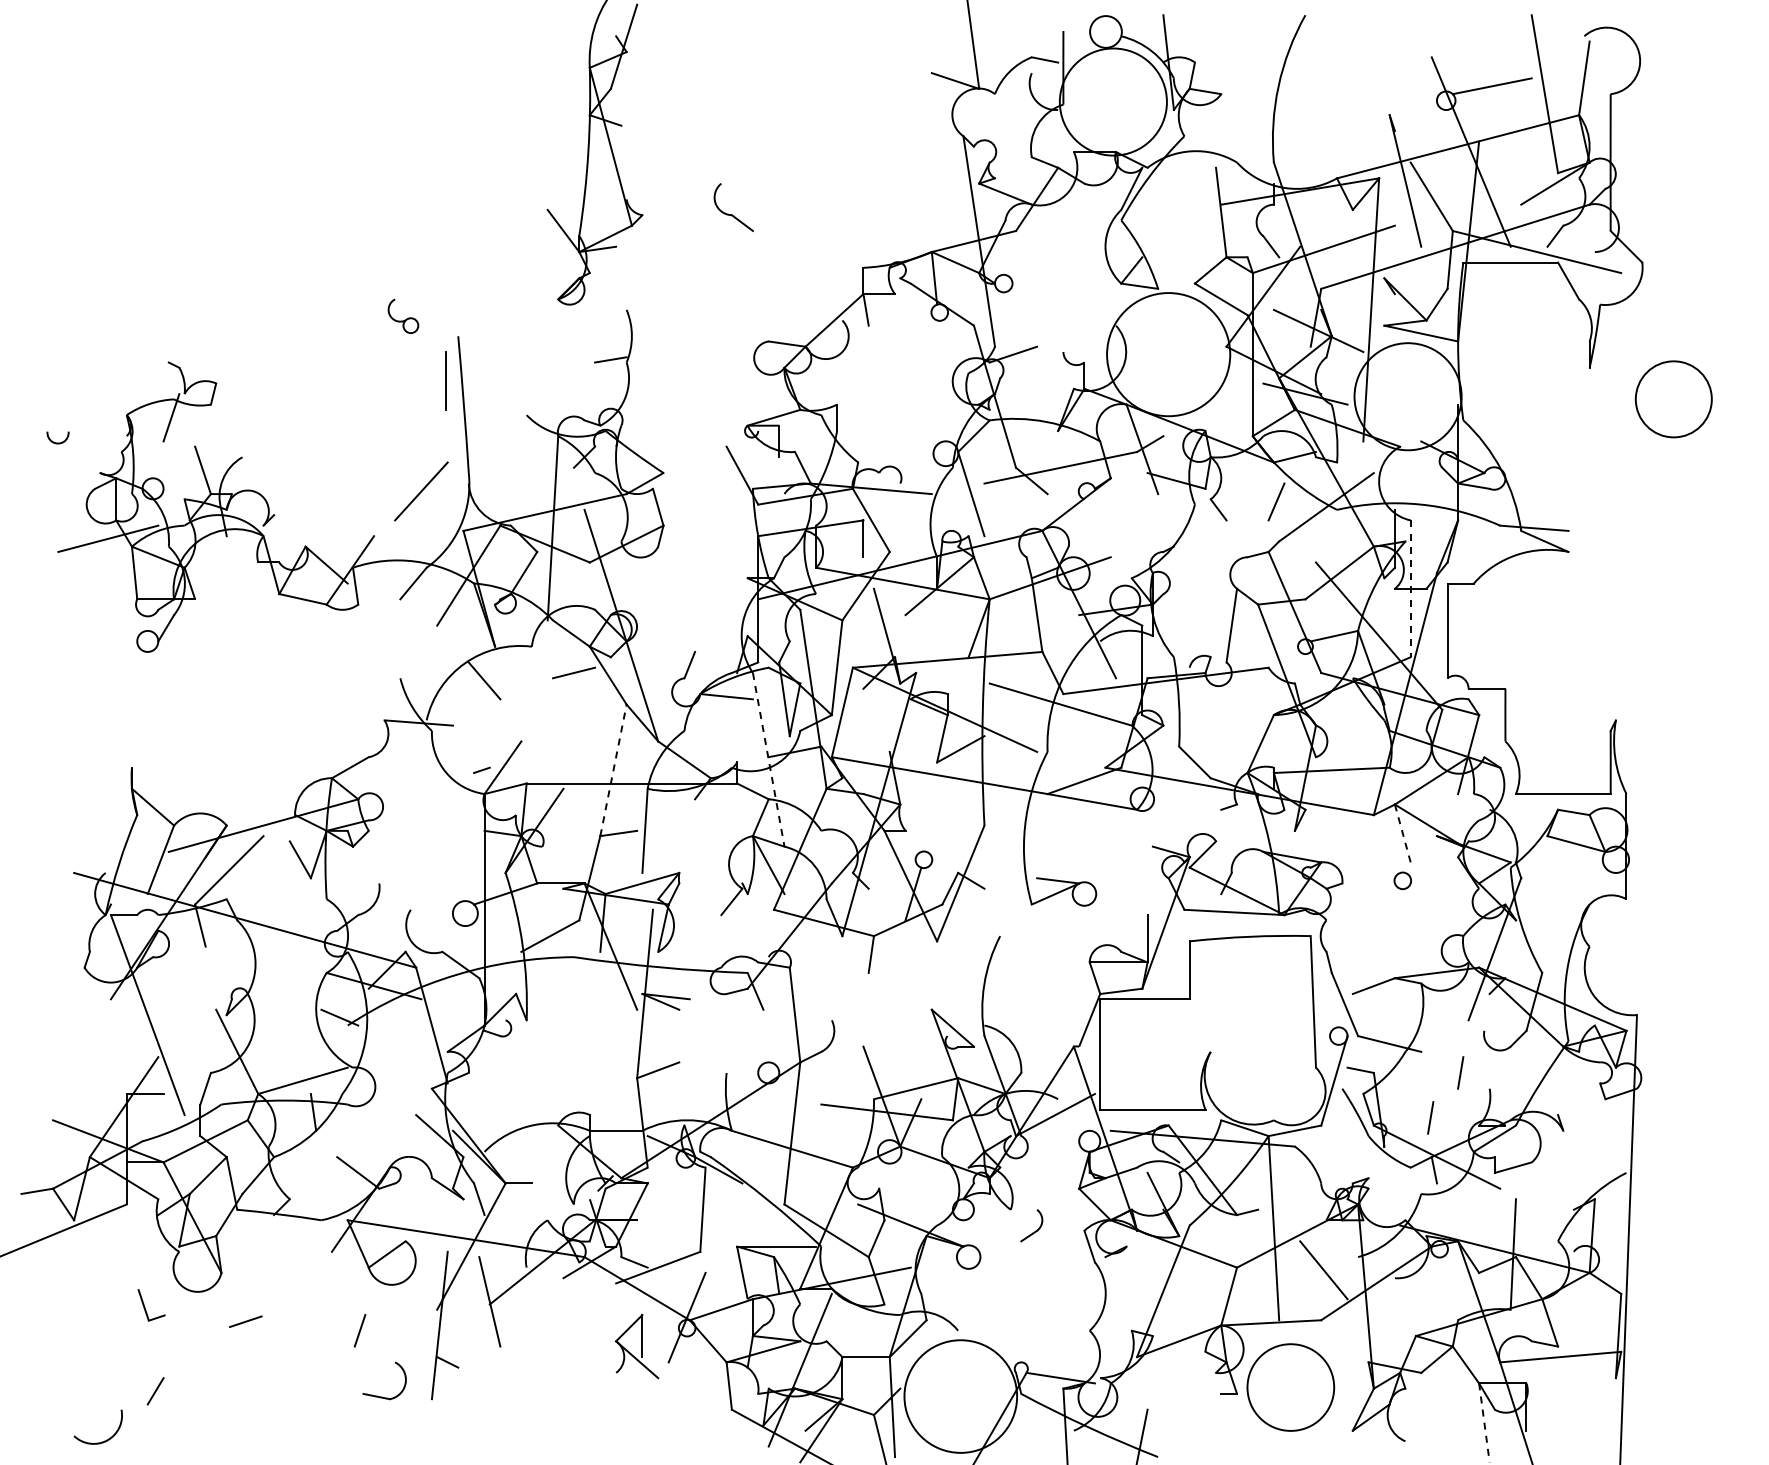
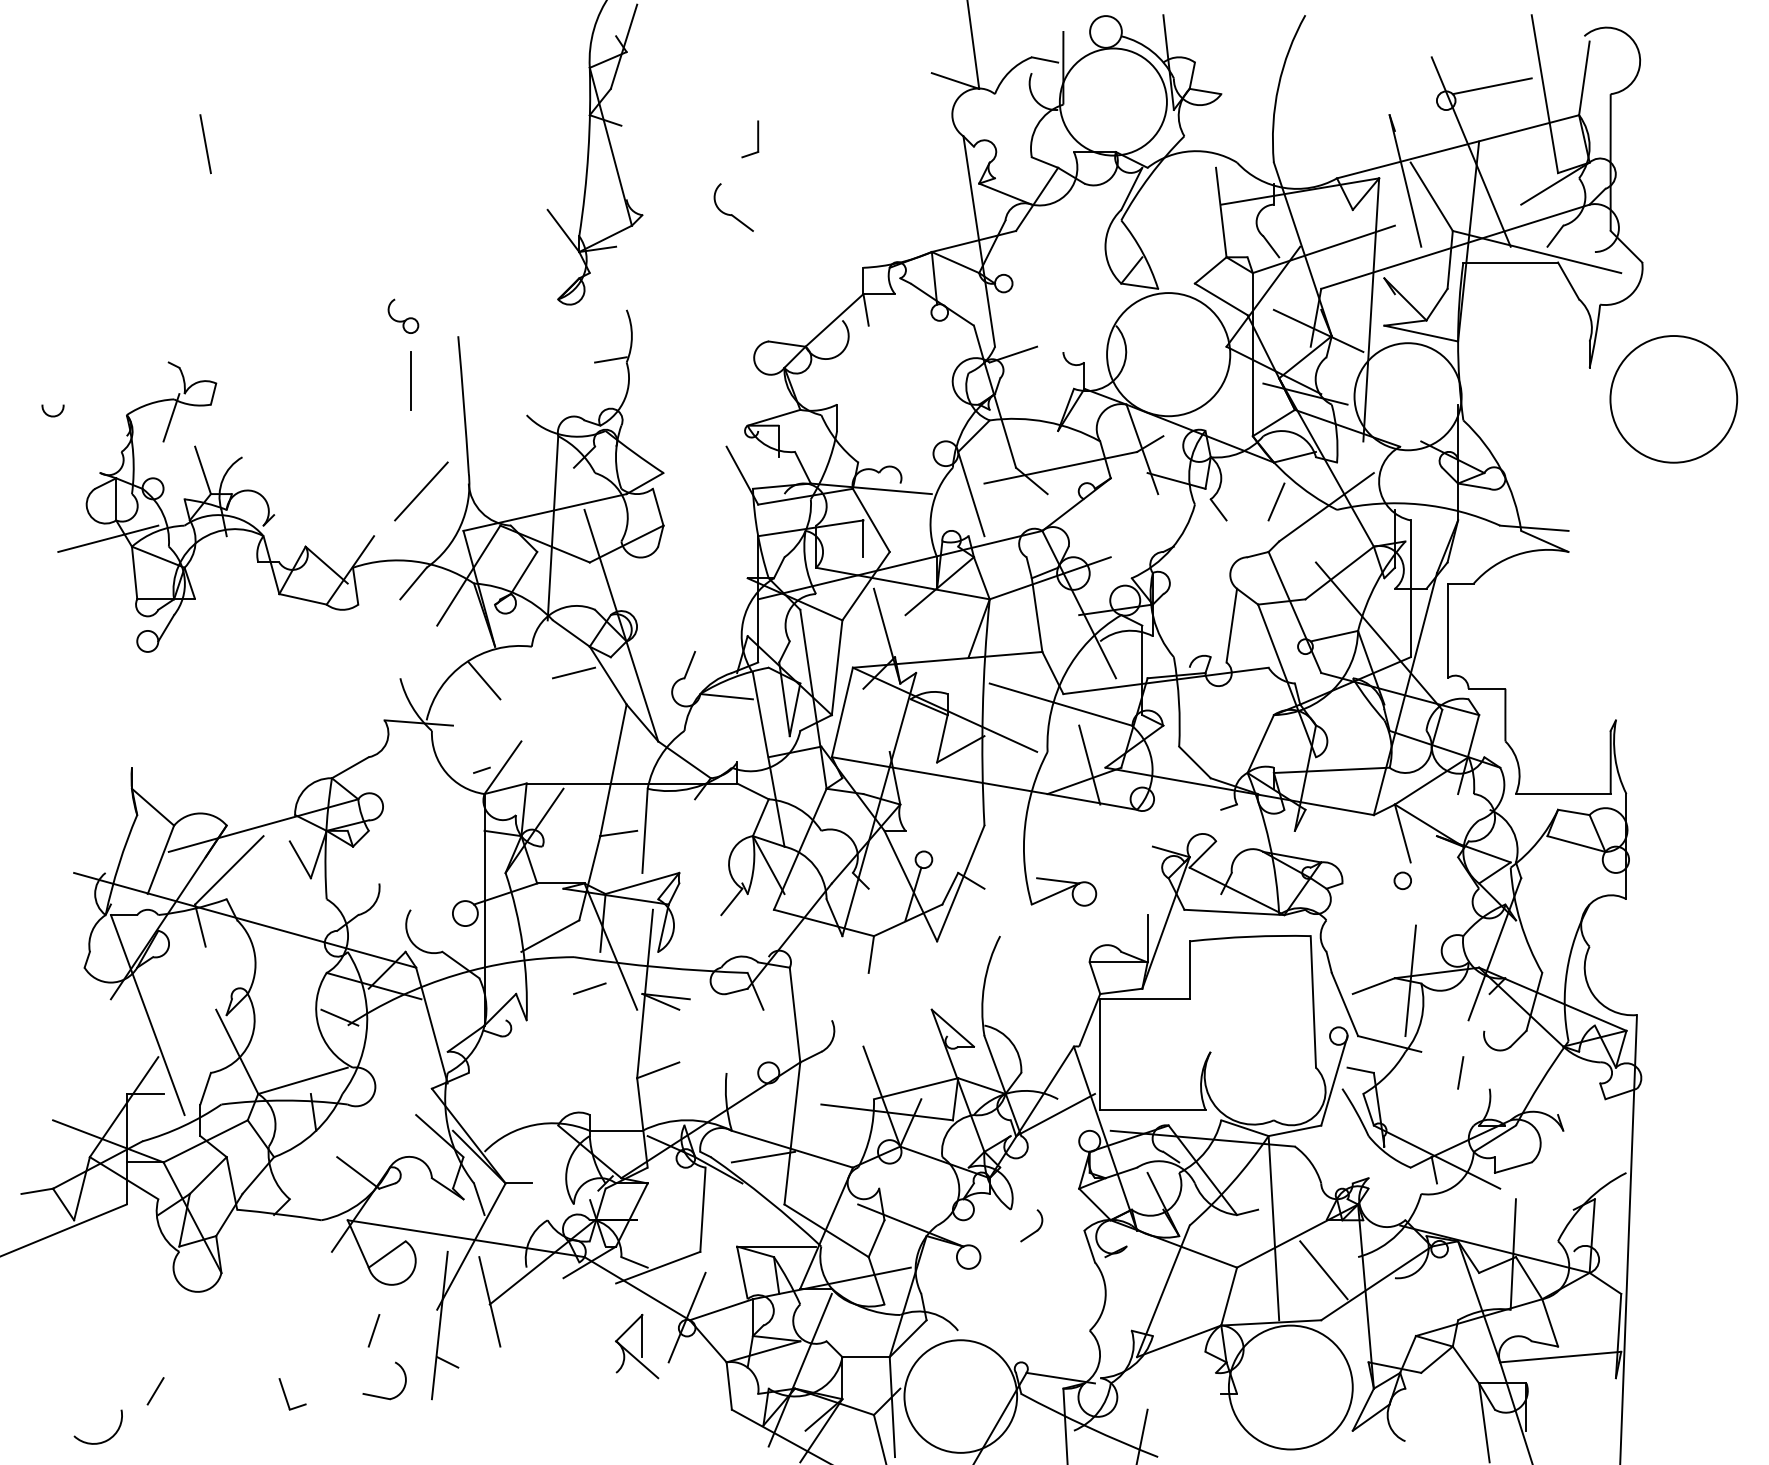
part at (757, 139): none -> present
line at (205, 143): none -> present
line at (445, 380) position: (445, 380) -> (410, 380)
circle at (1673, 399) diameter: 76 px -> 127 px
arc at (54, 441) position: (54, 441) -> (49, 414)
line at (1410, 589): dashed -> solid
line at (768, 760): dashed -> solid
line at (1089, 764): none -> present
line at (613, 769): dashed -> solid
line at (1402, 833): dashed -> solid
line at (1410, 980): none -> present
line at (1430, 1117): present -> none
line at (763, 1156): none -> present
part at (145, 1306) position: (145, 1306) -> (286, 1395)
line at (245, 1321) position: (245, 1321) -> (589, 988)
line at (359, 1330) position: (359, 1330) -> (373, 1330)
circle at (1290, 1387) diameter: 87 px -> 124 px
line at (1484, 1422): dashed -> solid
